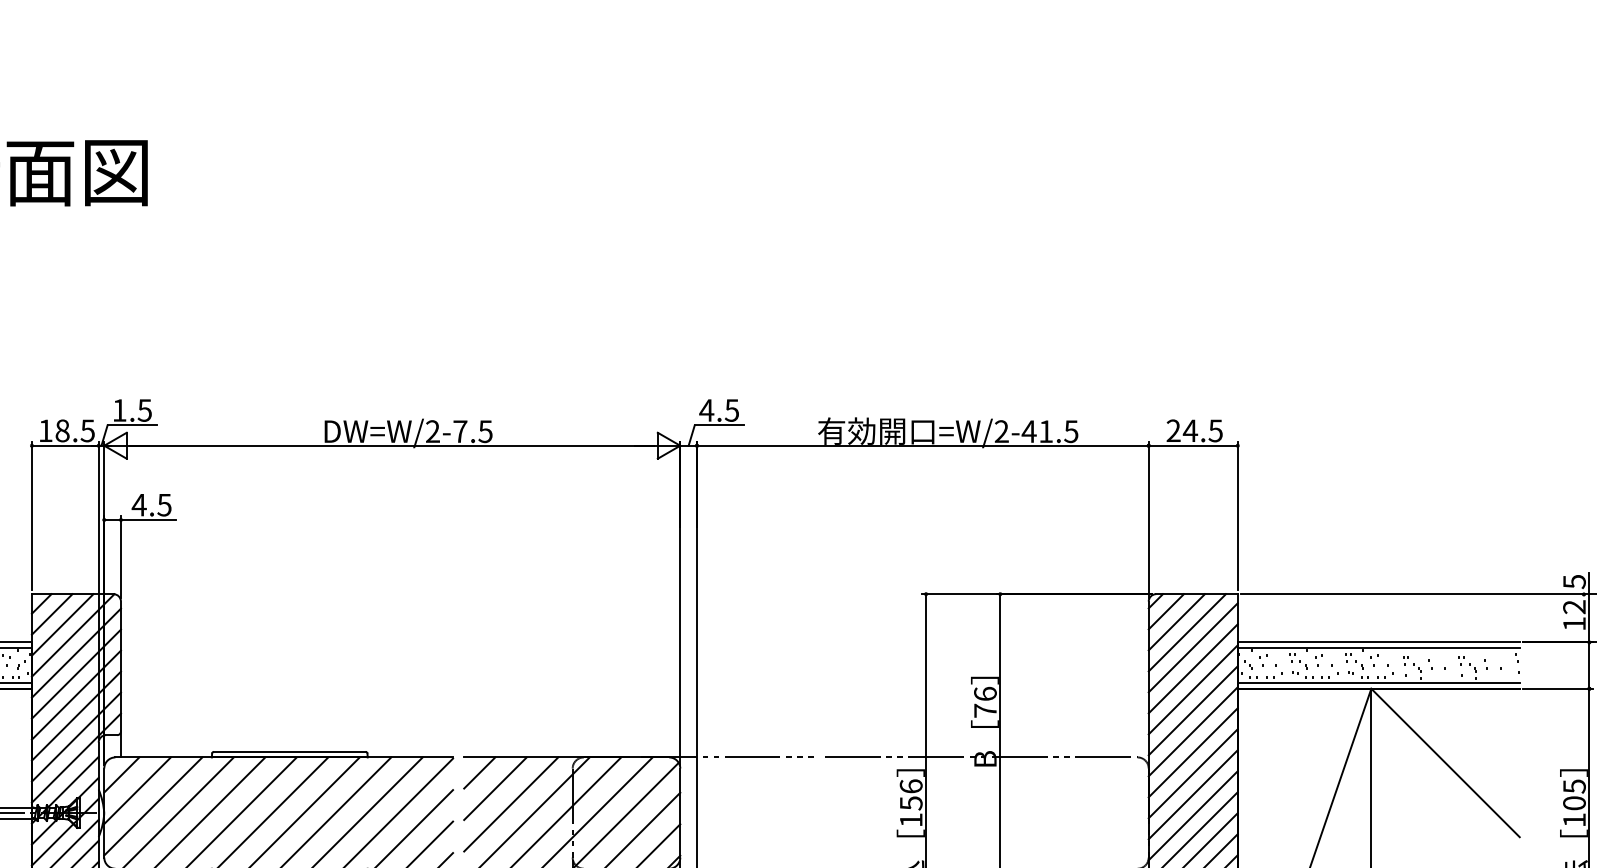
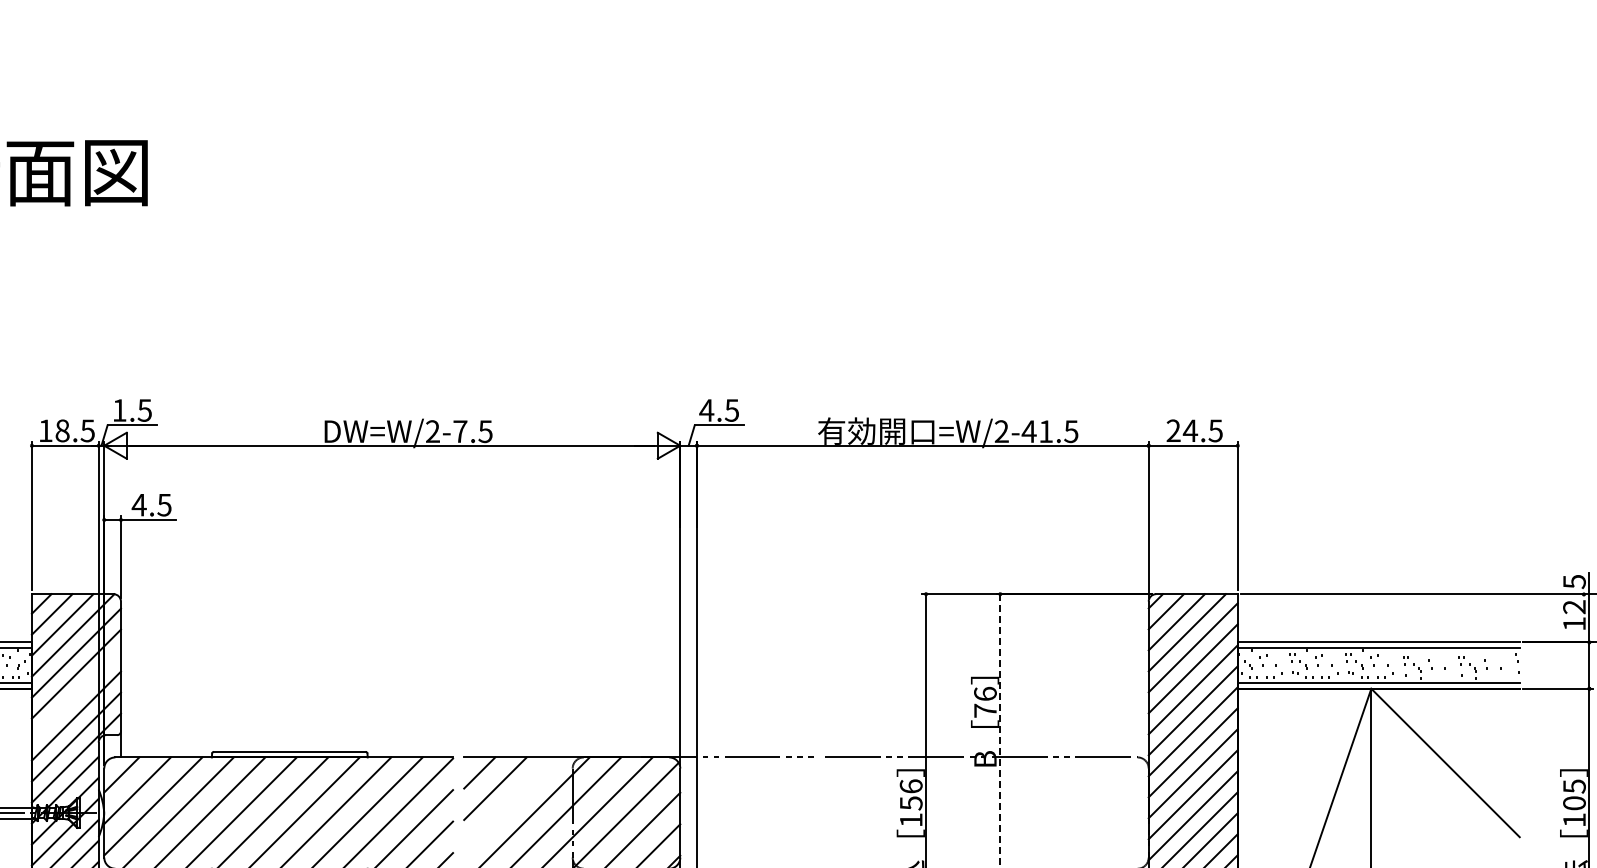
line at (75, 694): present -> none
line at (1000, 731): solid -> dashed
line at (511, 804): present -> none
